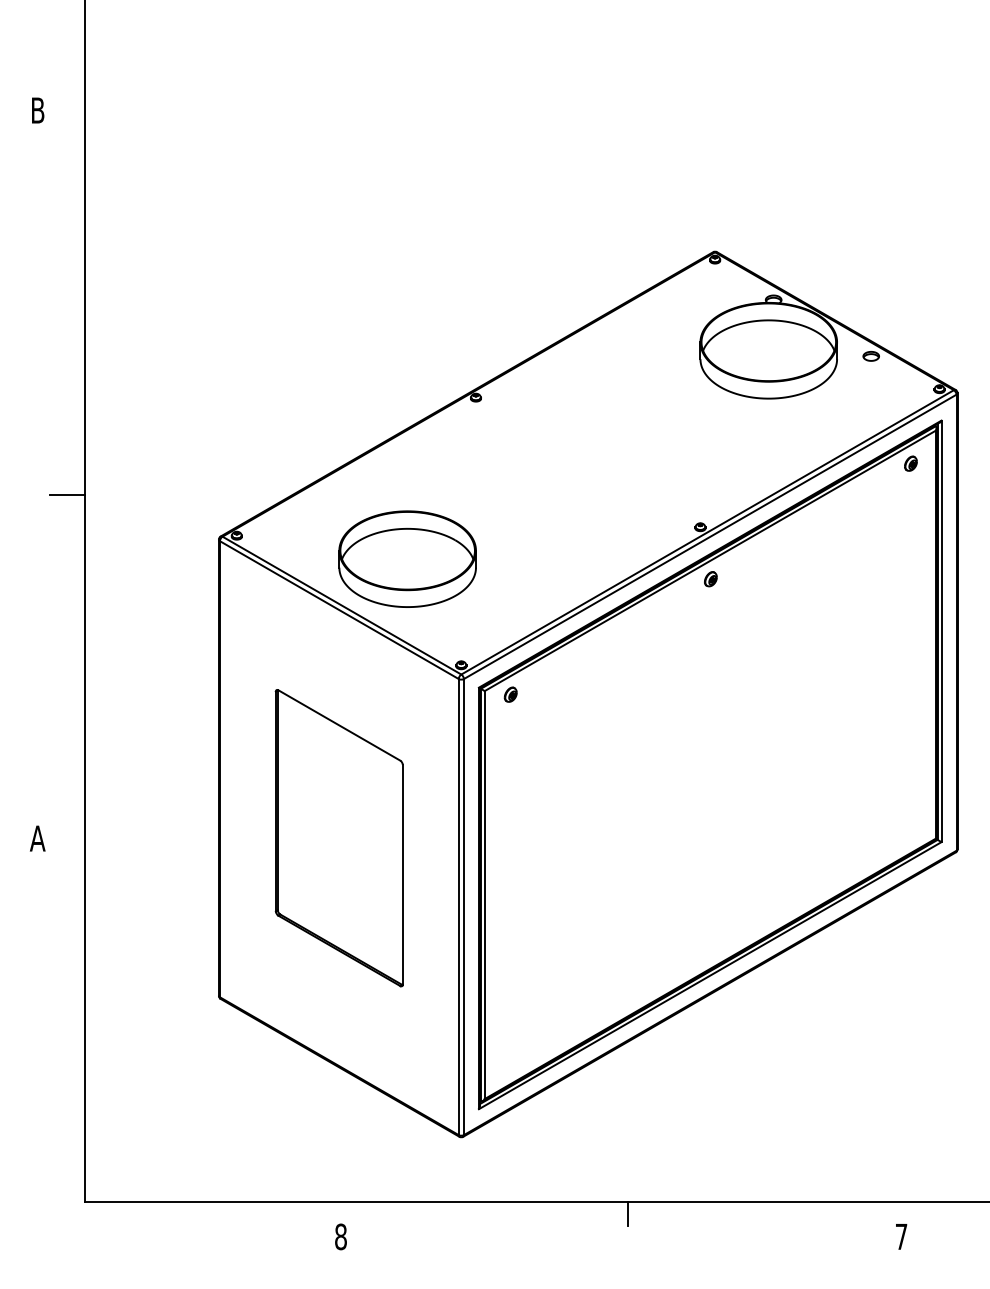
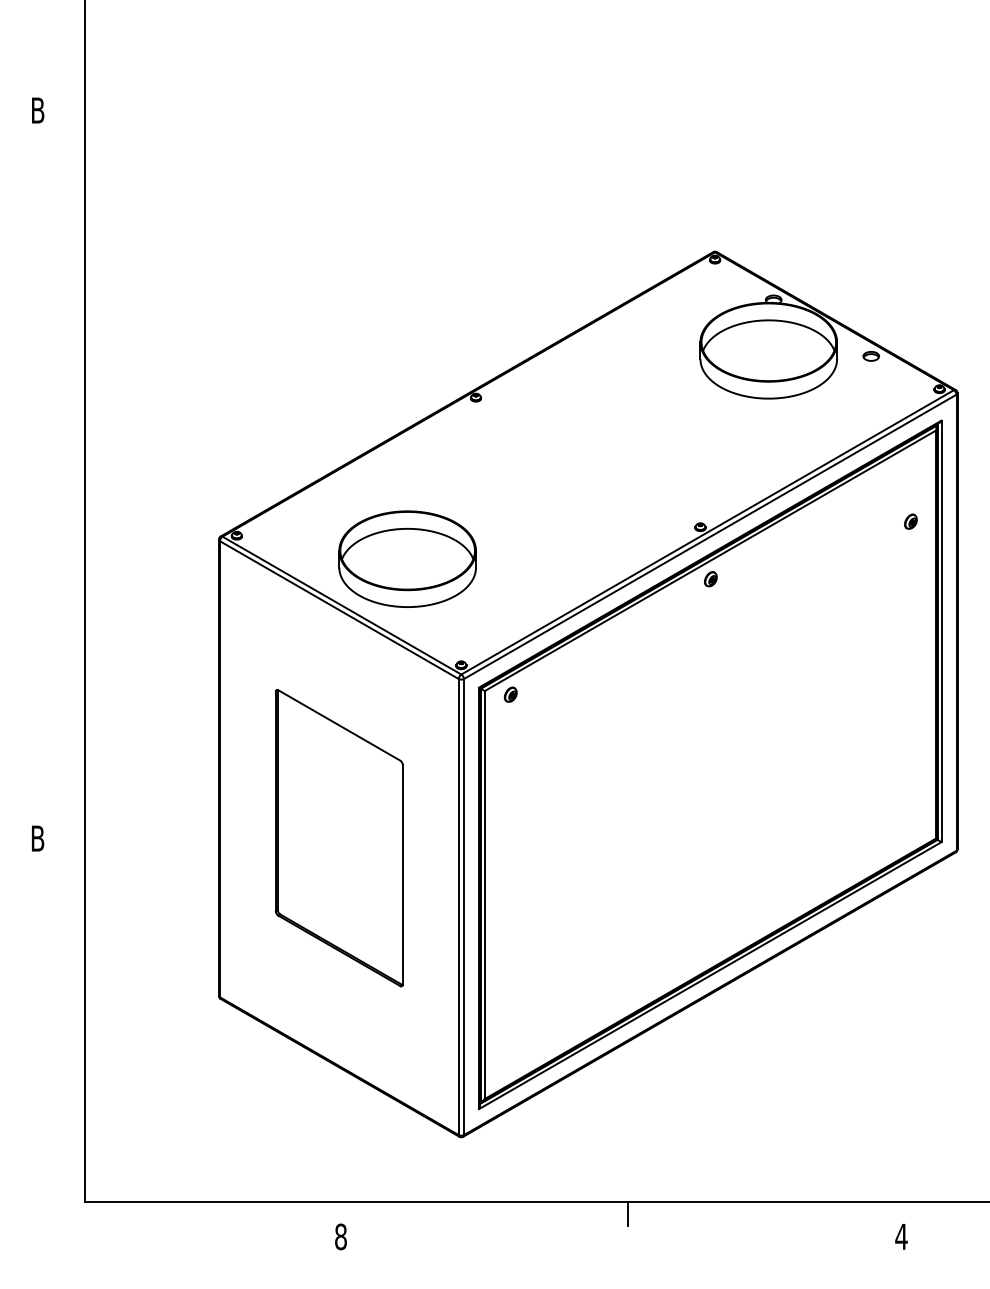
part at (910, 463) position: (910, 463) -> (910, 521)
line at (67, 494): present -> none
text at (37, 838): A -> B
text at (901, 1236): 7 -> 4
